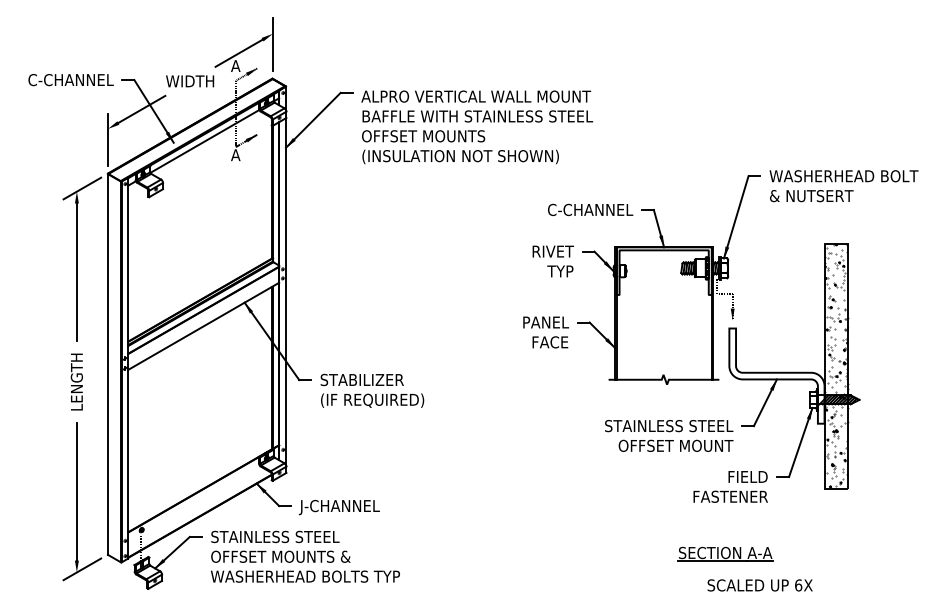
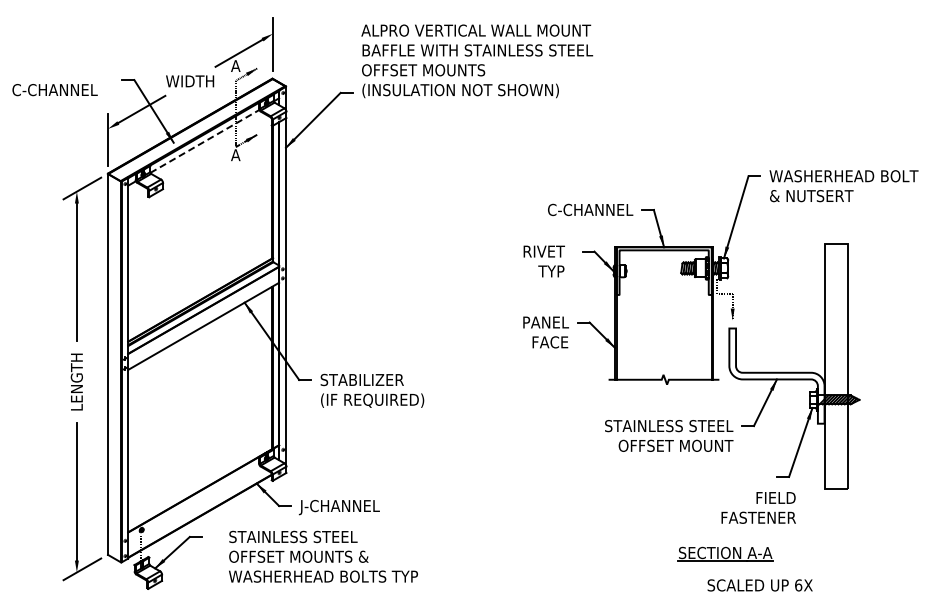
text at (70, 80) position: (70, 80) -> (54, 90)
text at (477, 127) position: (477, 127) -> (477, 61)
line at (204, 141): solid -> dashed
text at (552, 261) position: (552, 261) -> (543, 261)
hatch at (836, 365): present -> none
text at (730, 486) position: (730, 486) -> (758, 507)
text at (305, 556) position: (305, 556) -> (323, 556)
